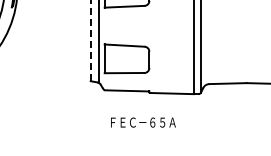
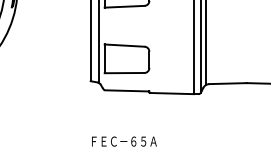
line at (90, 40): dashed -> solid
line at (206, 43): none -> present
text at (143, 122) position: (143, 122) -> (124, 141)
